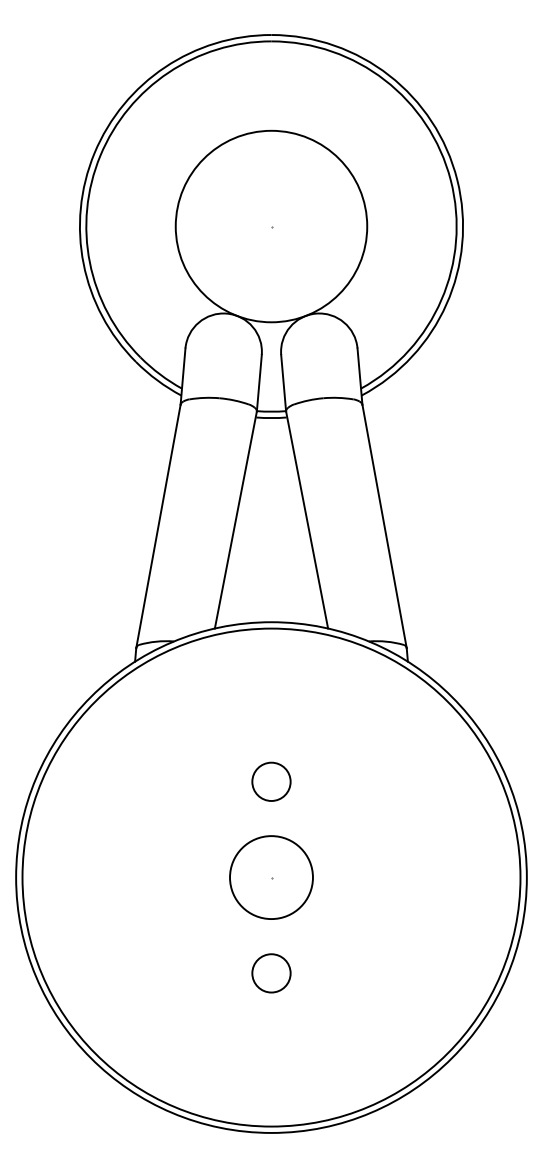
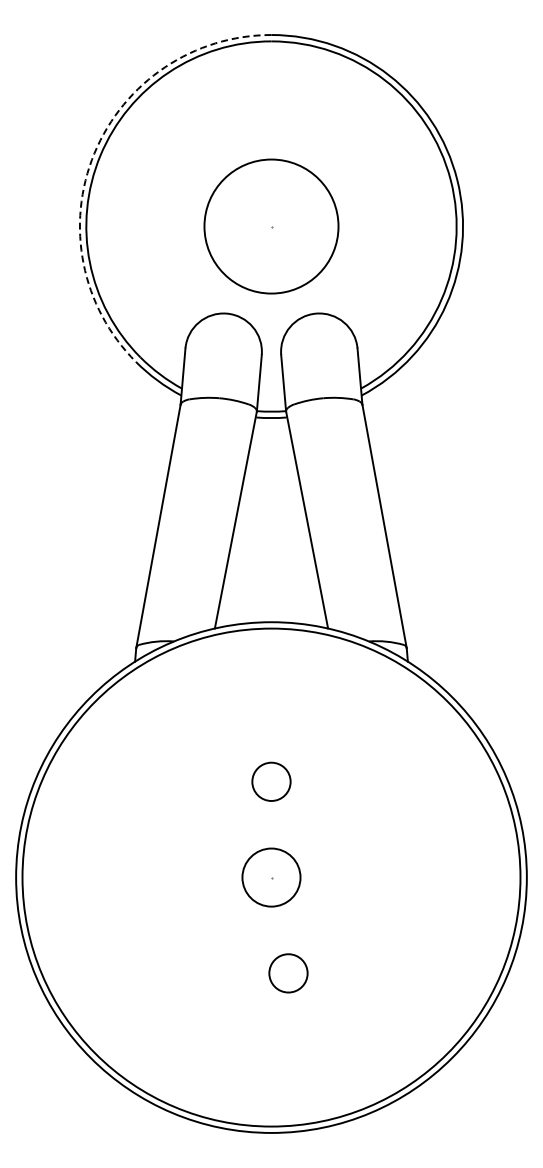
arc at (94, 153): solid -> dashed
circle at (271, 226) diameter: 191 px -> 134 px
circle at (271, 877) diameter: 83 px -> 58 px
circle at (271, 973) position: (271, 973) -> (288, 973)
